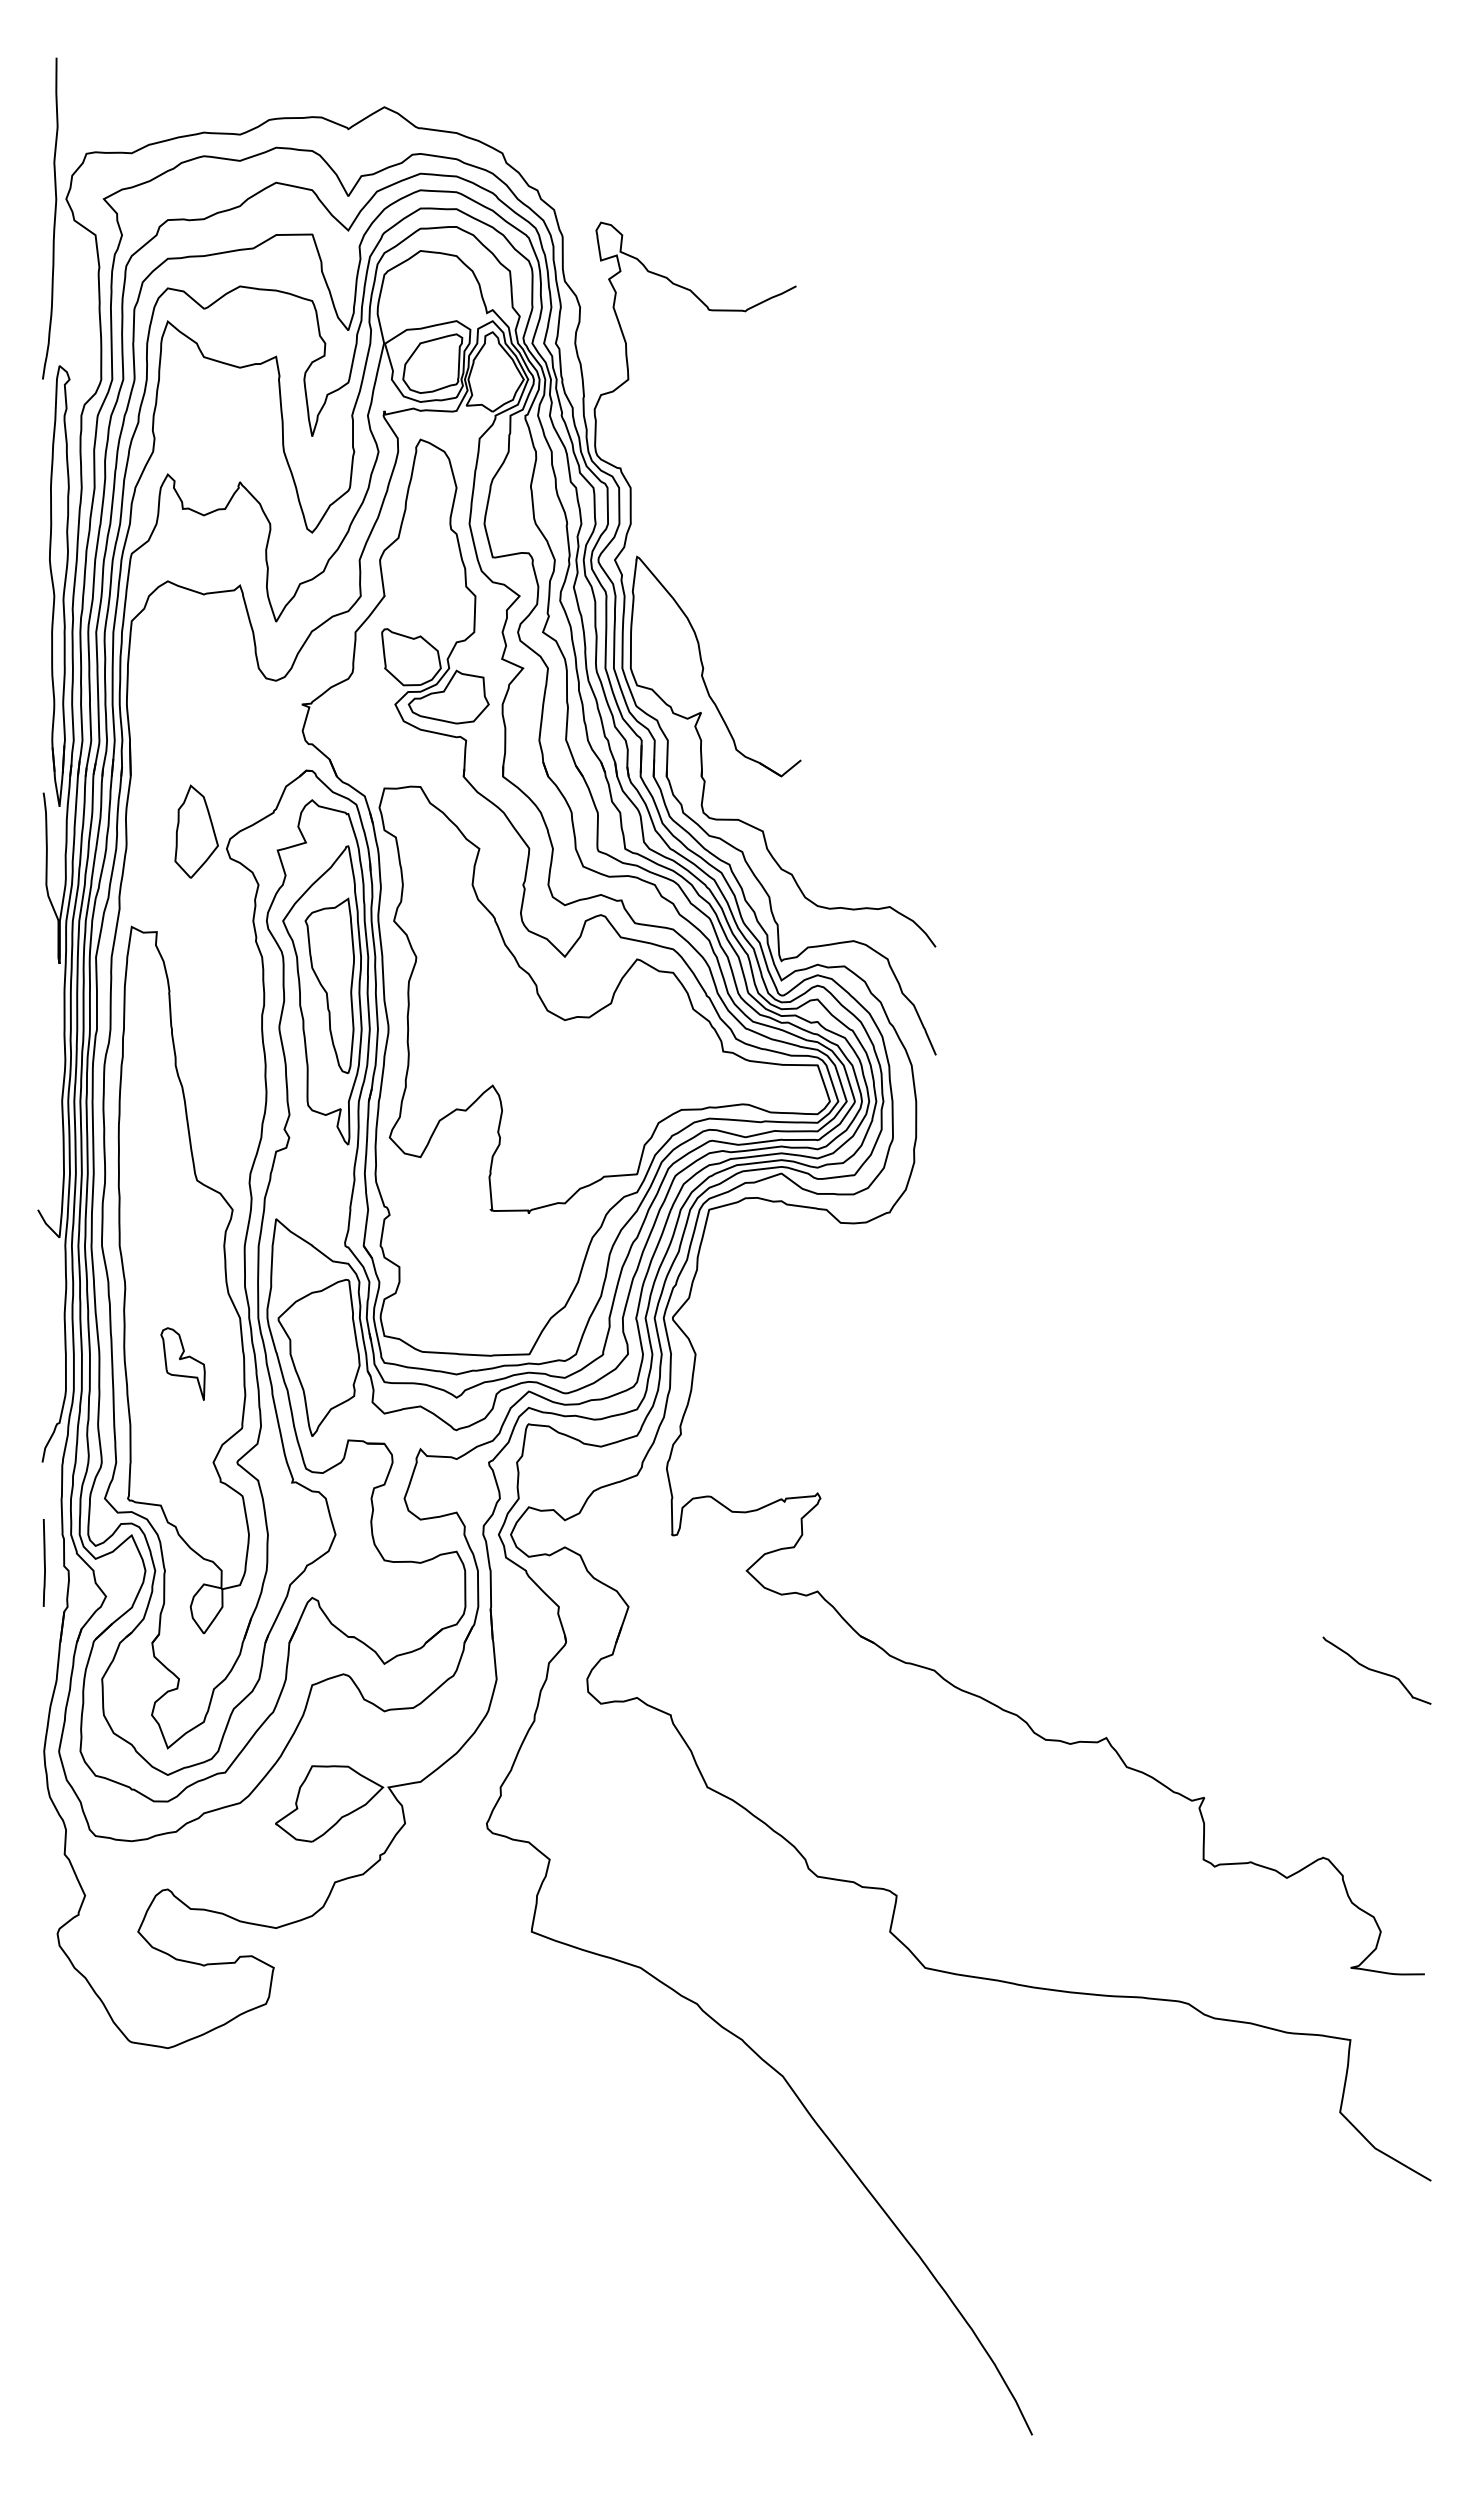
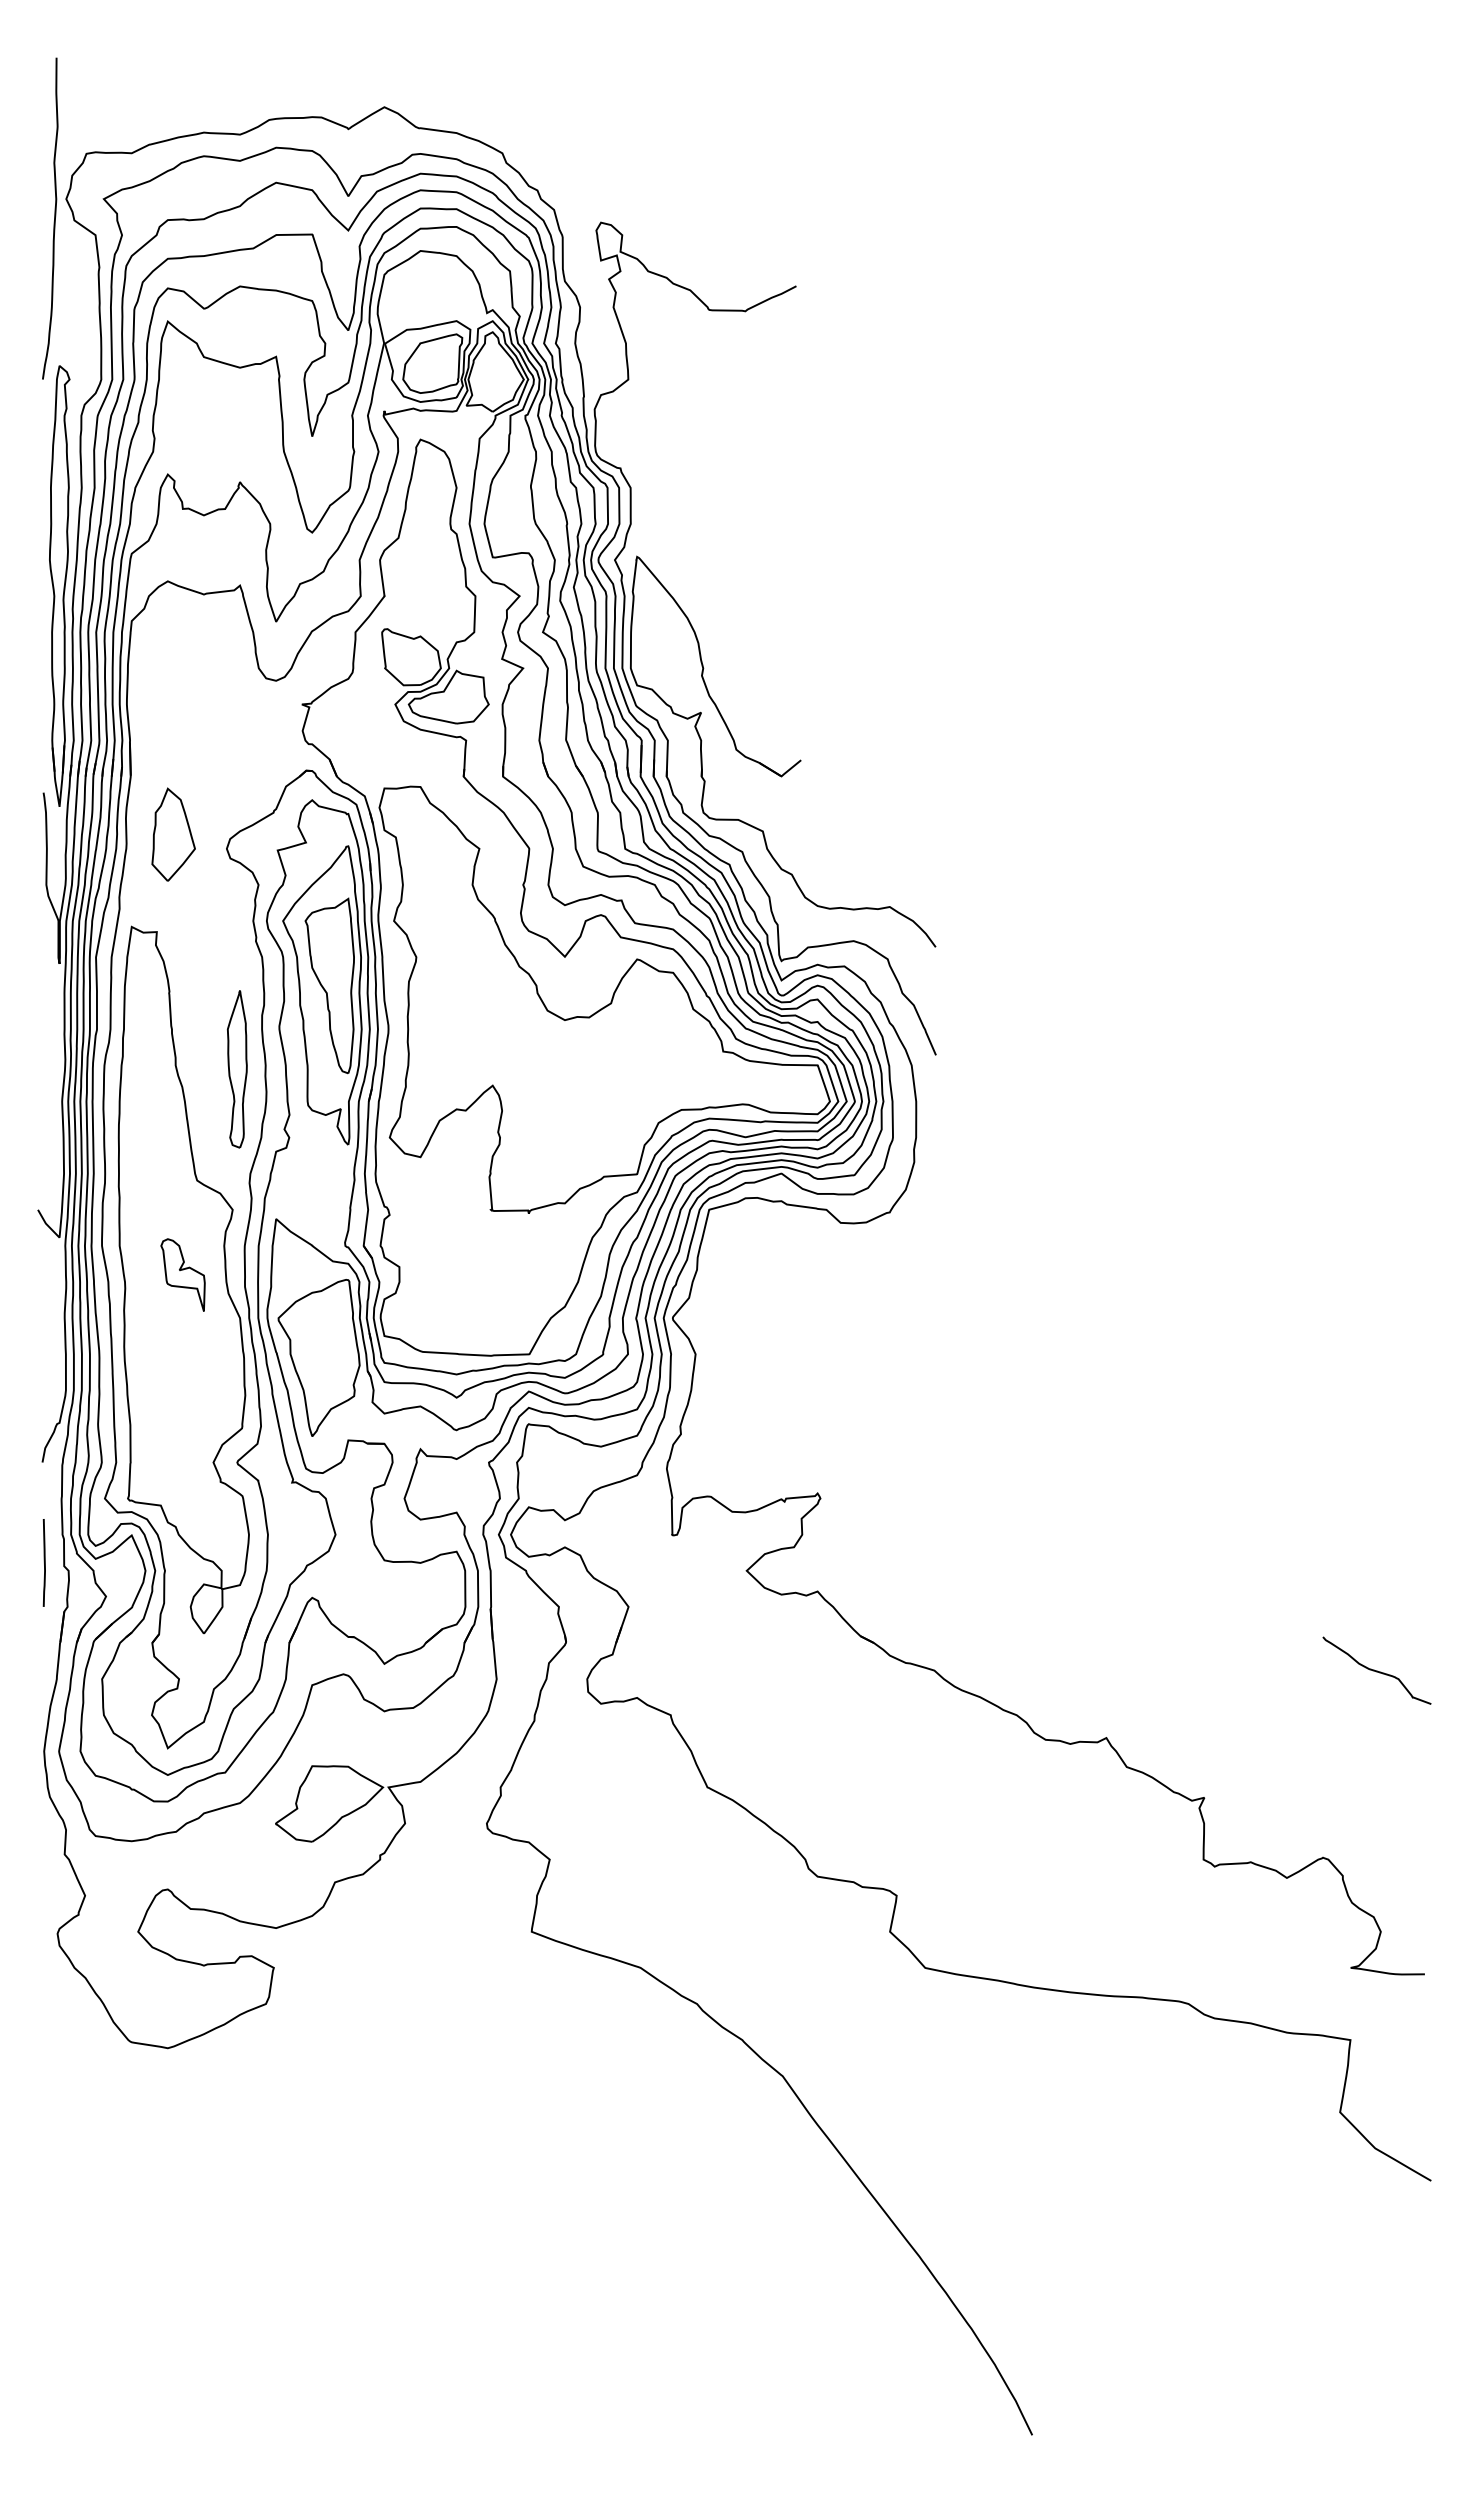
part at (196, 831) position: (196, 831) -> (173, 834)
part at (237, 1069): none -> present
part at (182, 1363) position: (182, 1363) -> (182, 1274)
